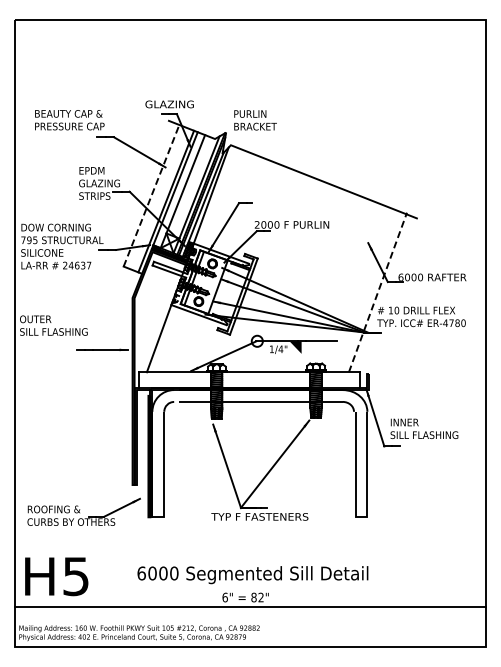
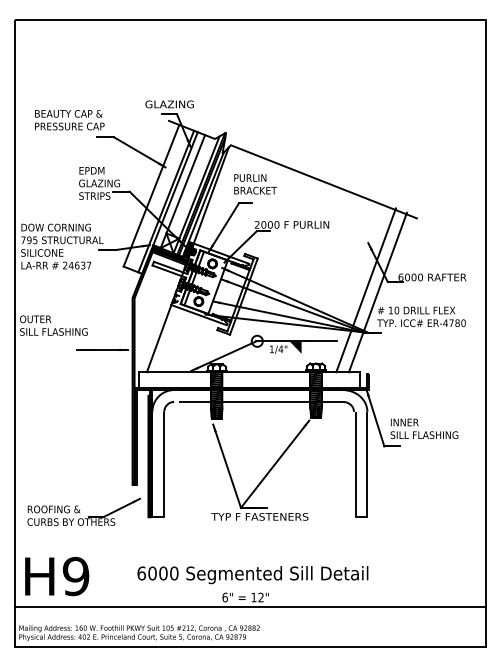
text at (255, 120) position: (255, 120) -> (255, 184)
line at (151, 195): dashed -> solid
line at (365, 290): none -> present
line at (377, 292): dashed -> solid
text at (75, 575): H5 -> H9
text at (253, 597): 82" -> 12"
